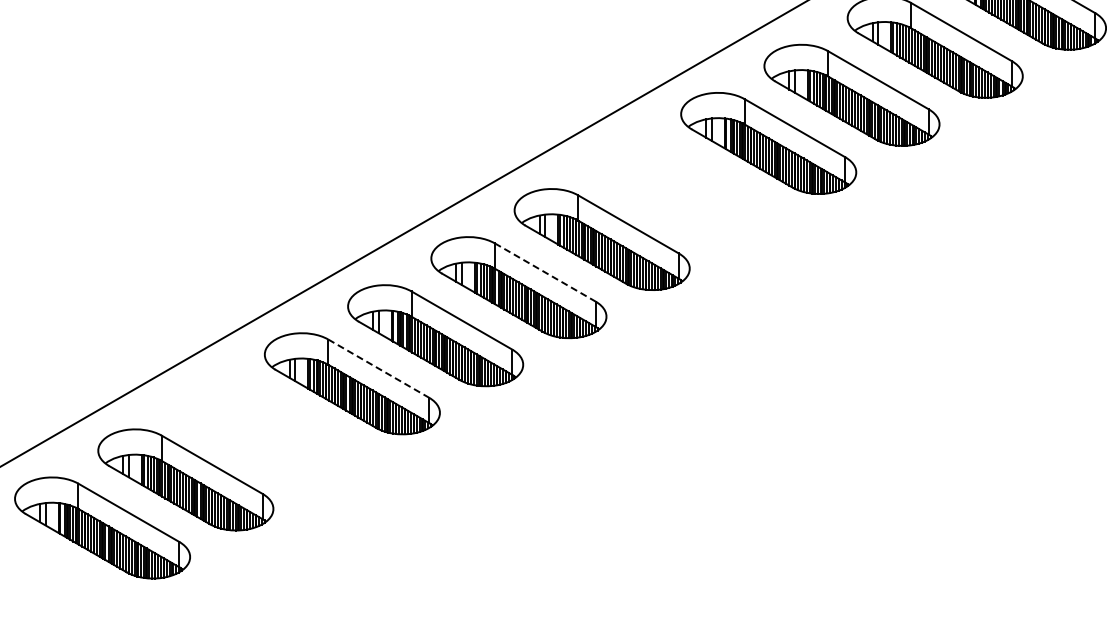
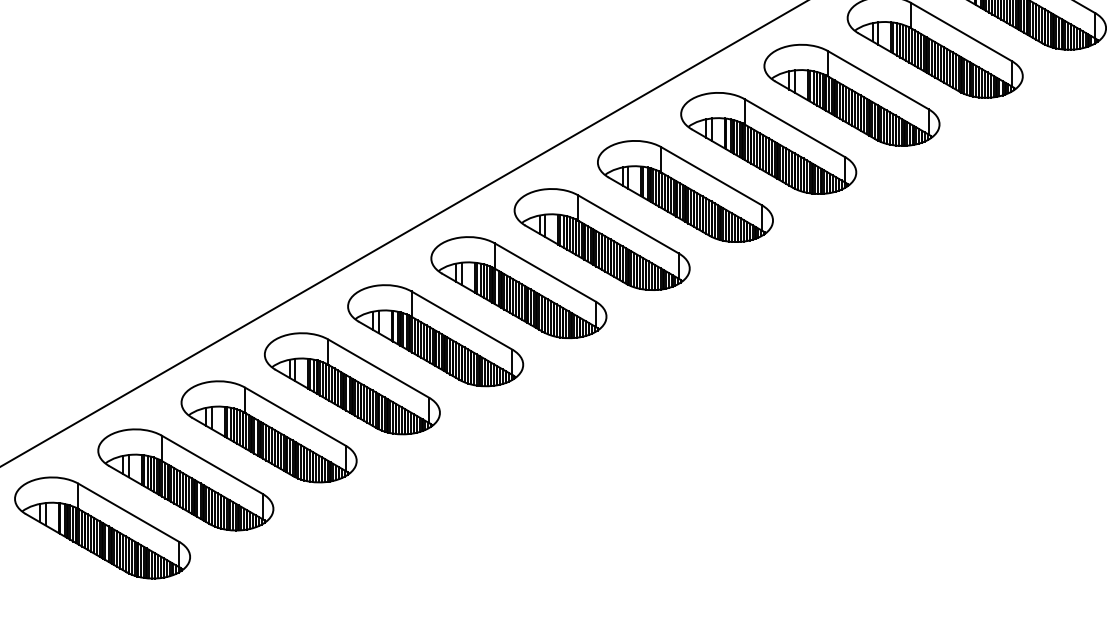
part at (685, 191): none -> present
line at (545, 272): dashed -> solid
line at (379, 368): dashed -> solid
part at (268, 431): none -> present
